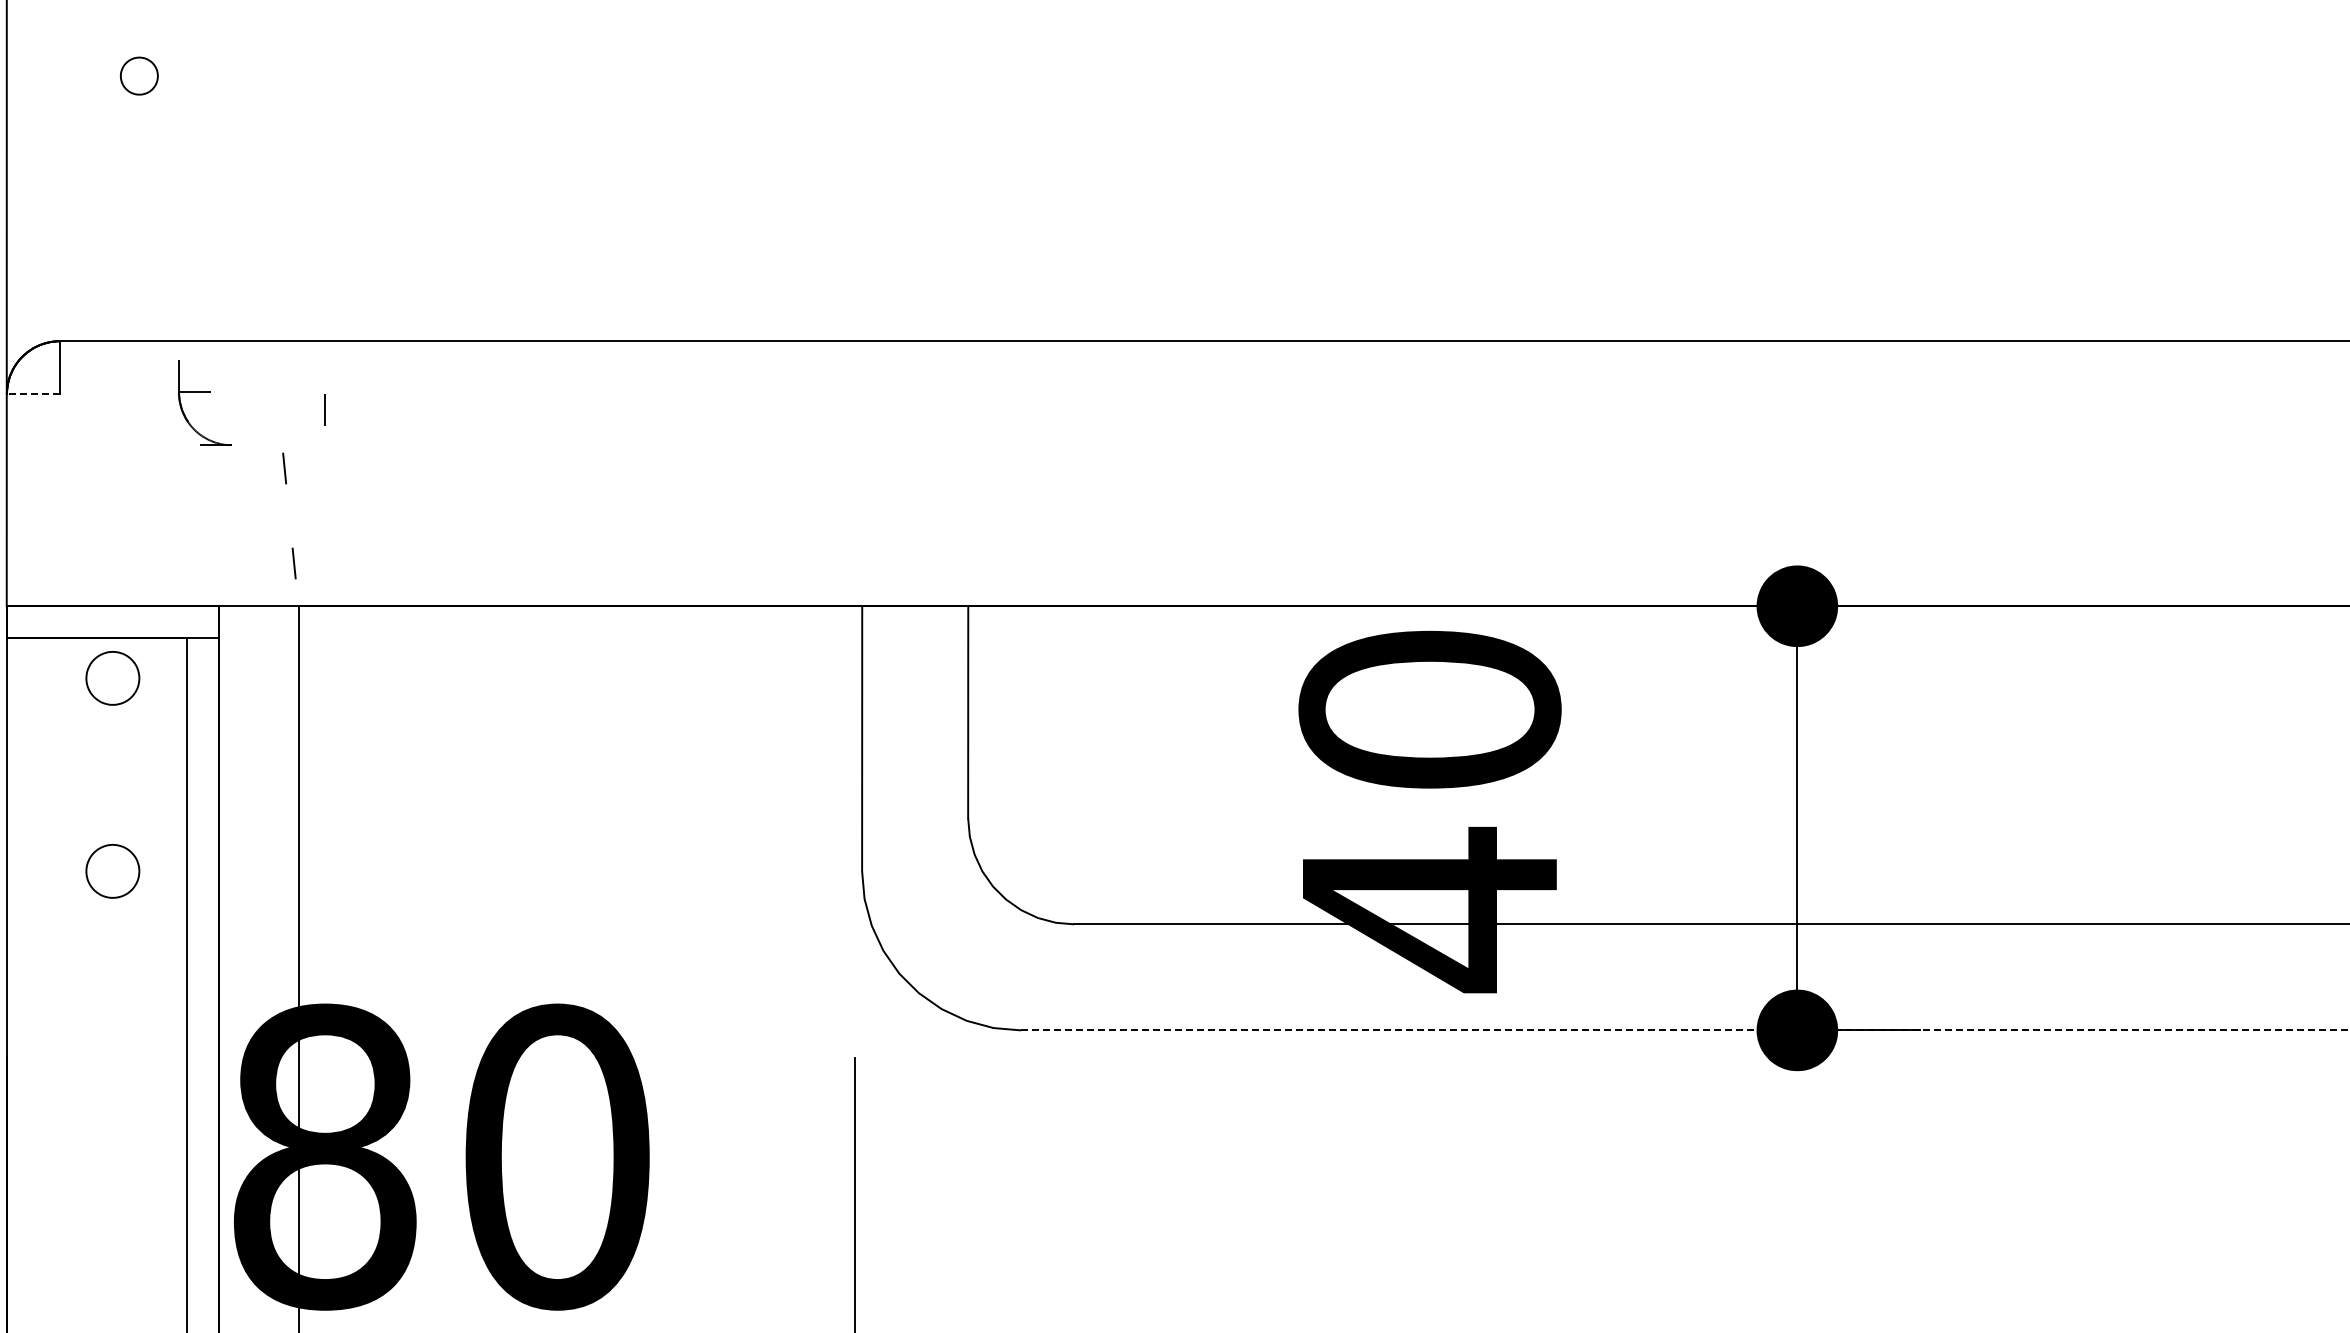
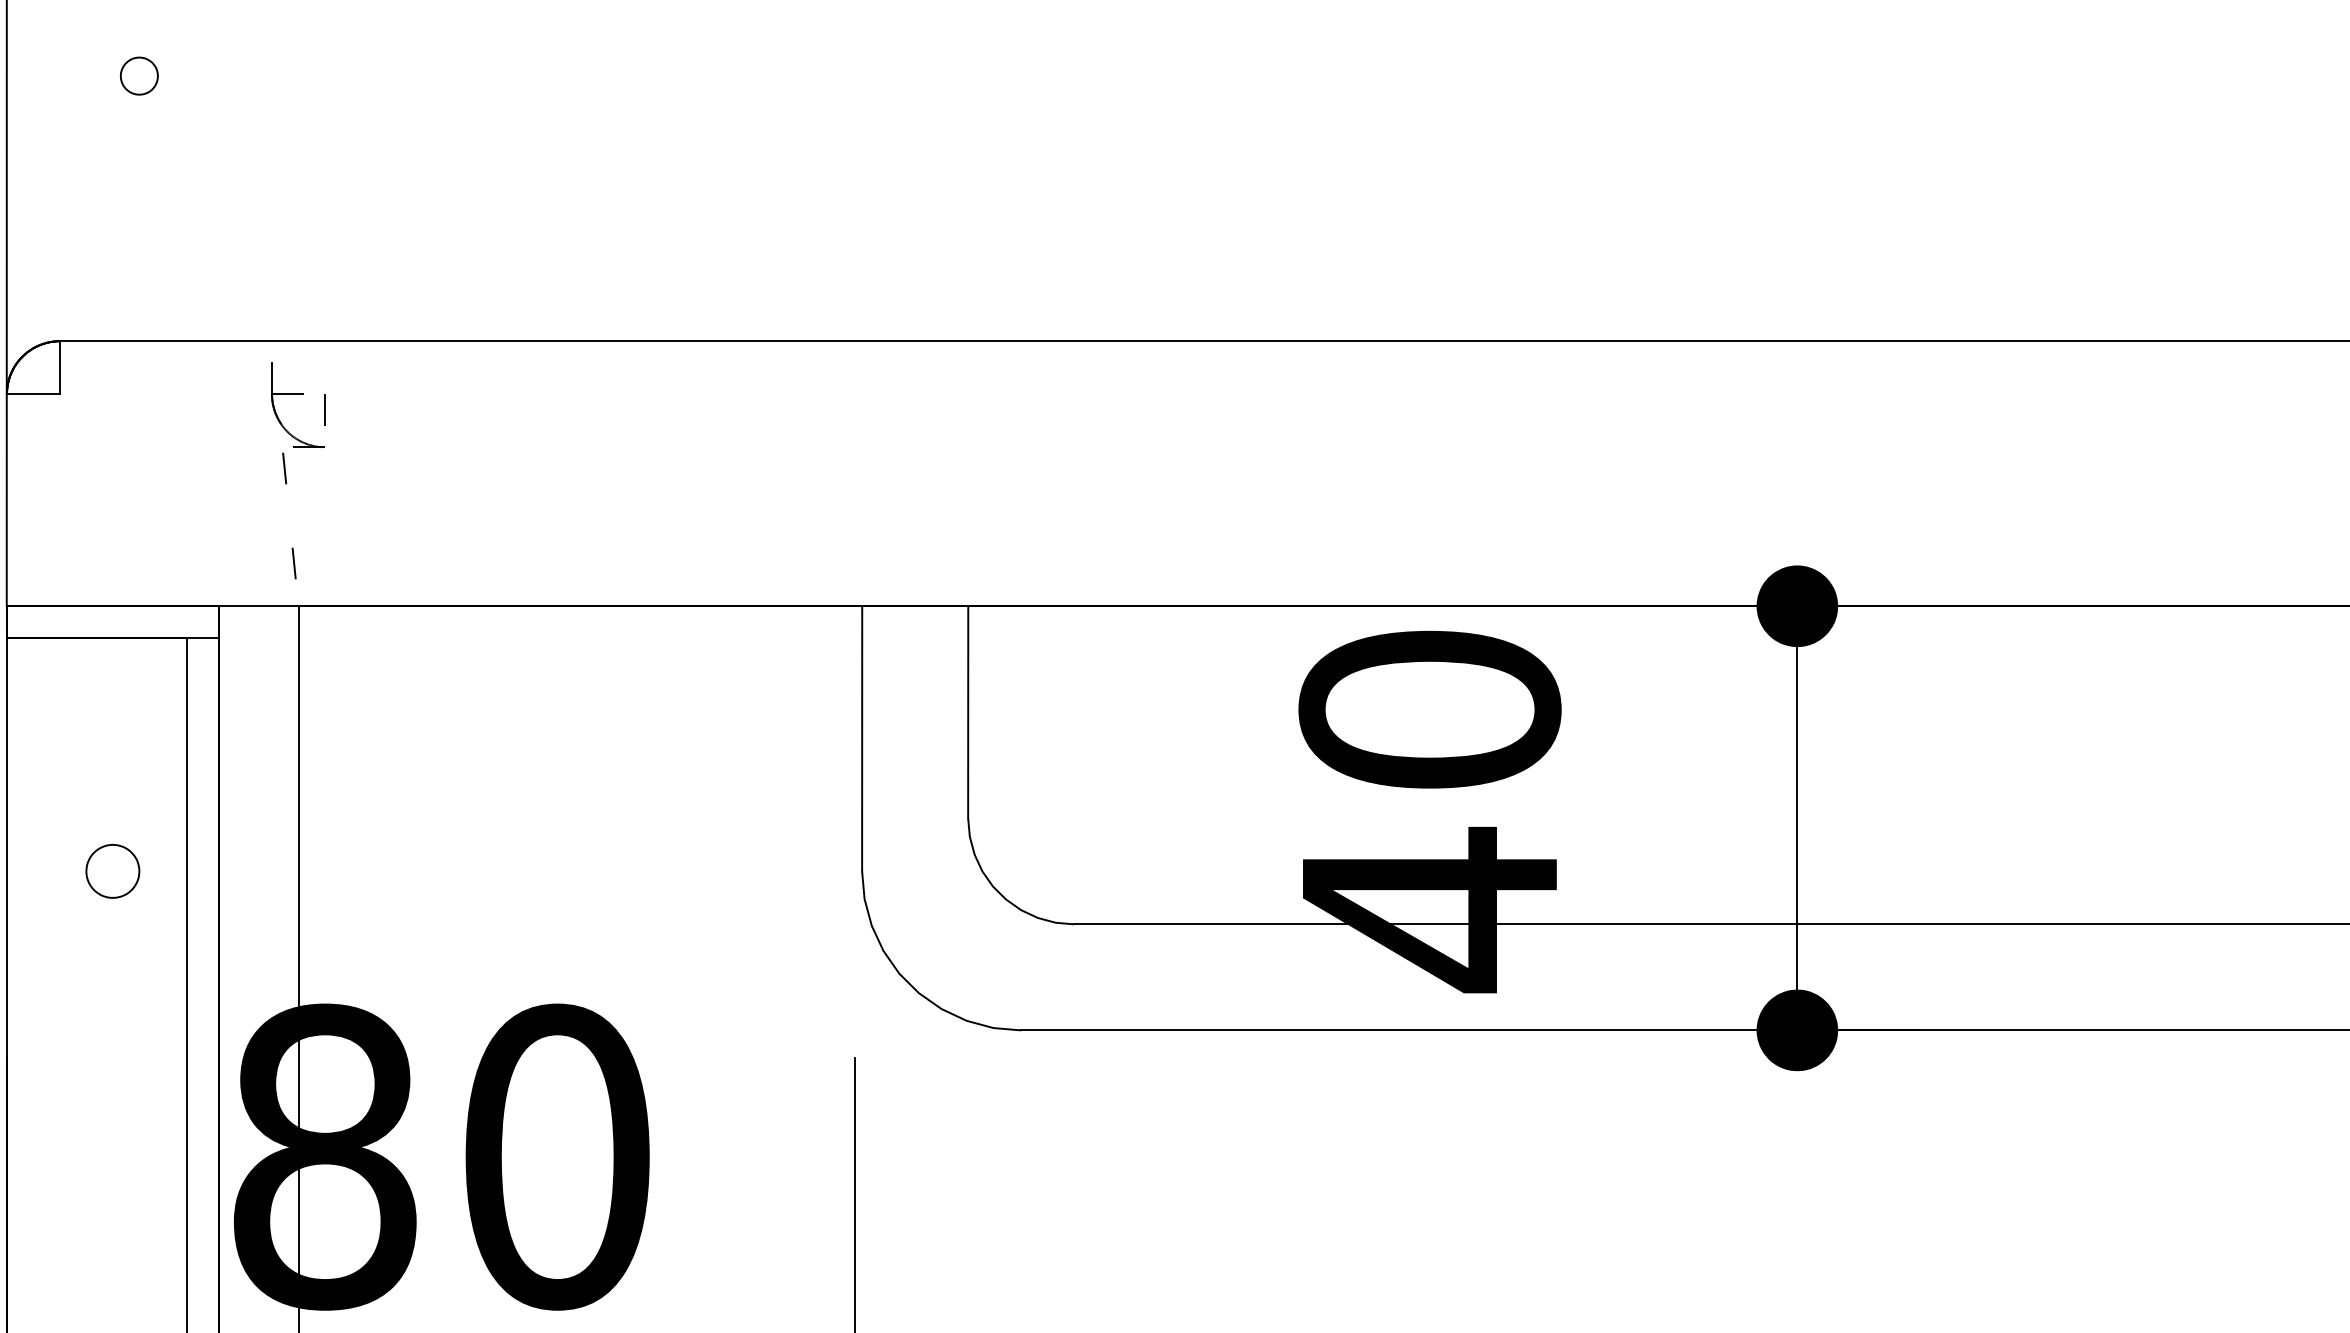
part at (204, 392) position: (204, 392) -> (297, 394)
line at (33, 394): dashed -> solid
part at (112, 678): present -> none
line at (1686, 1030): dashed -> solid
